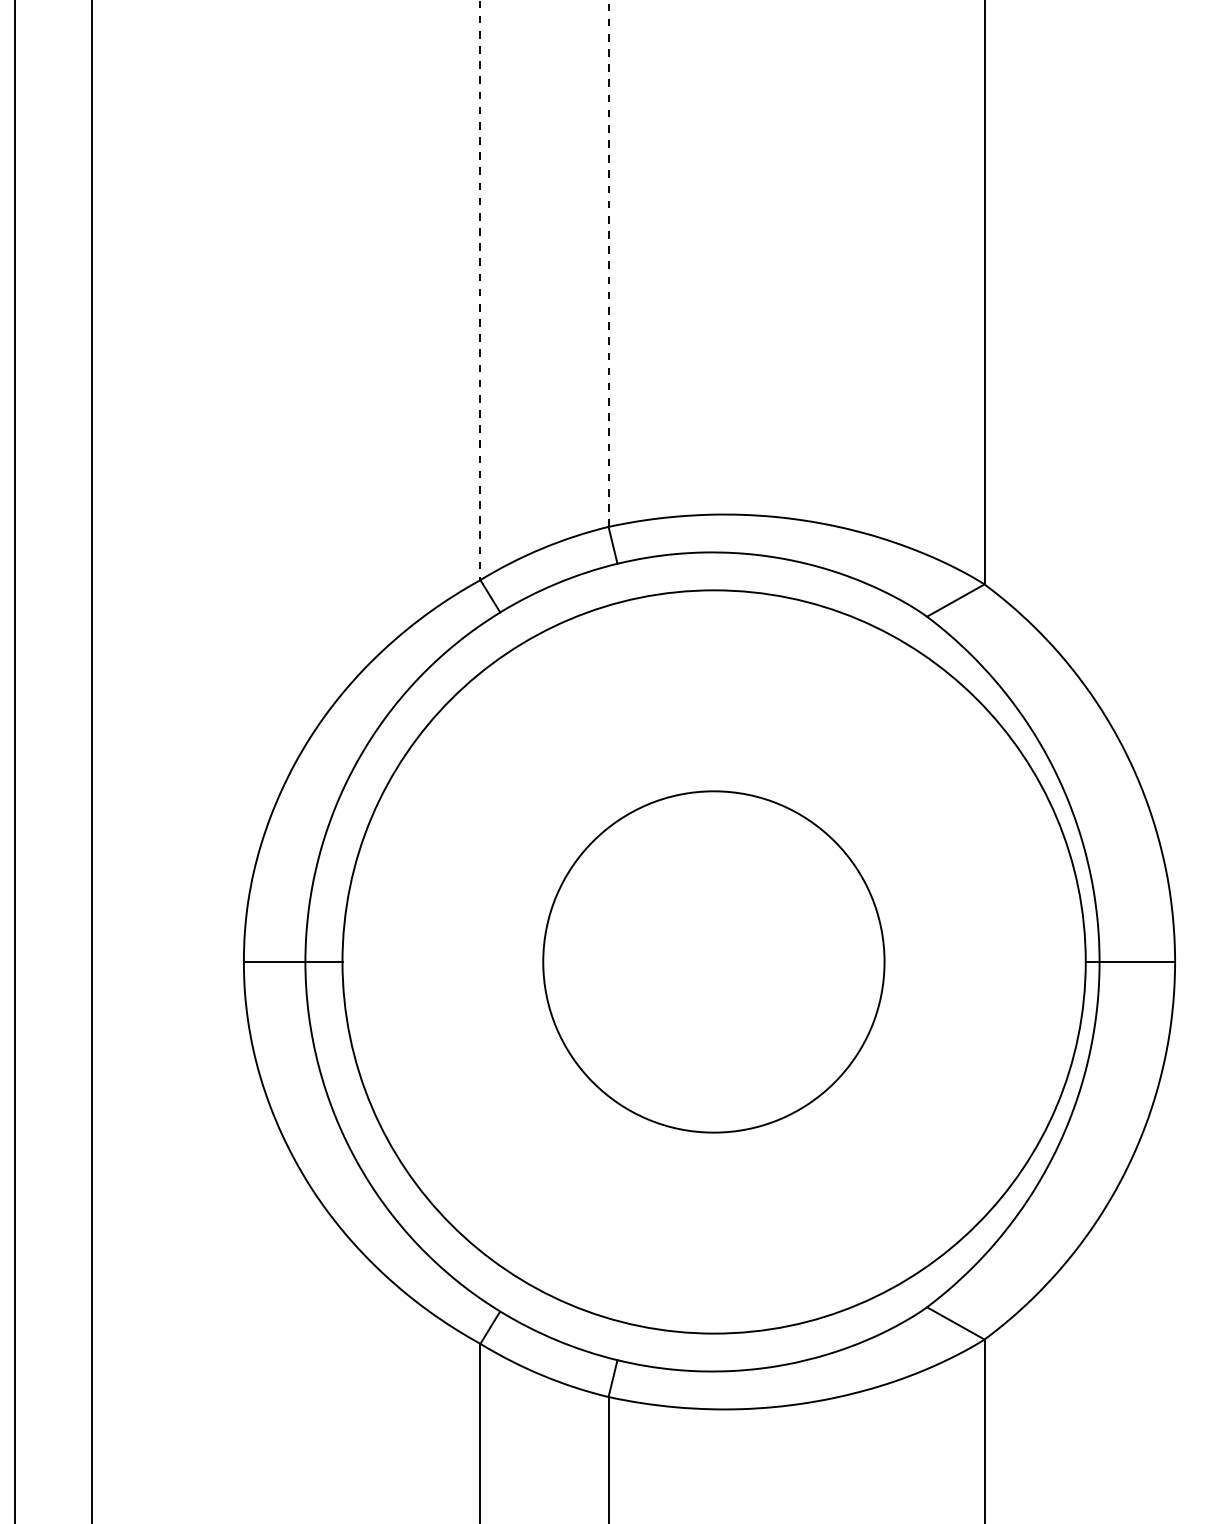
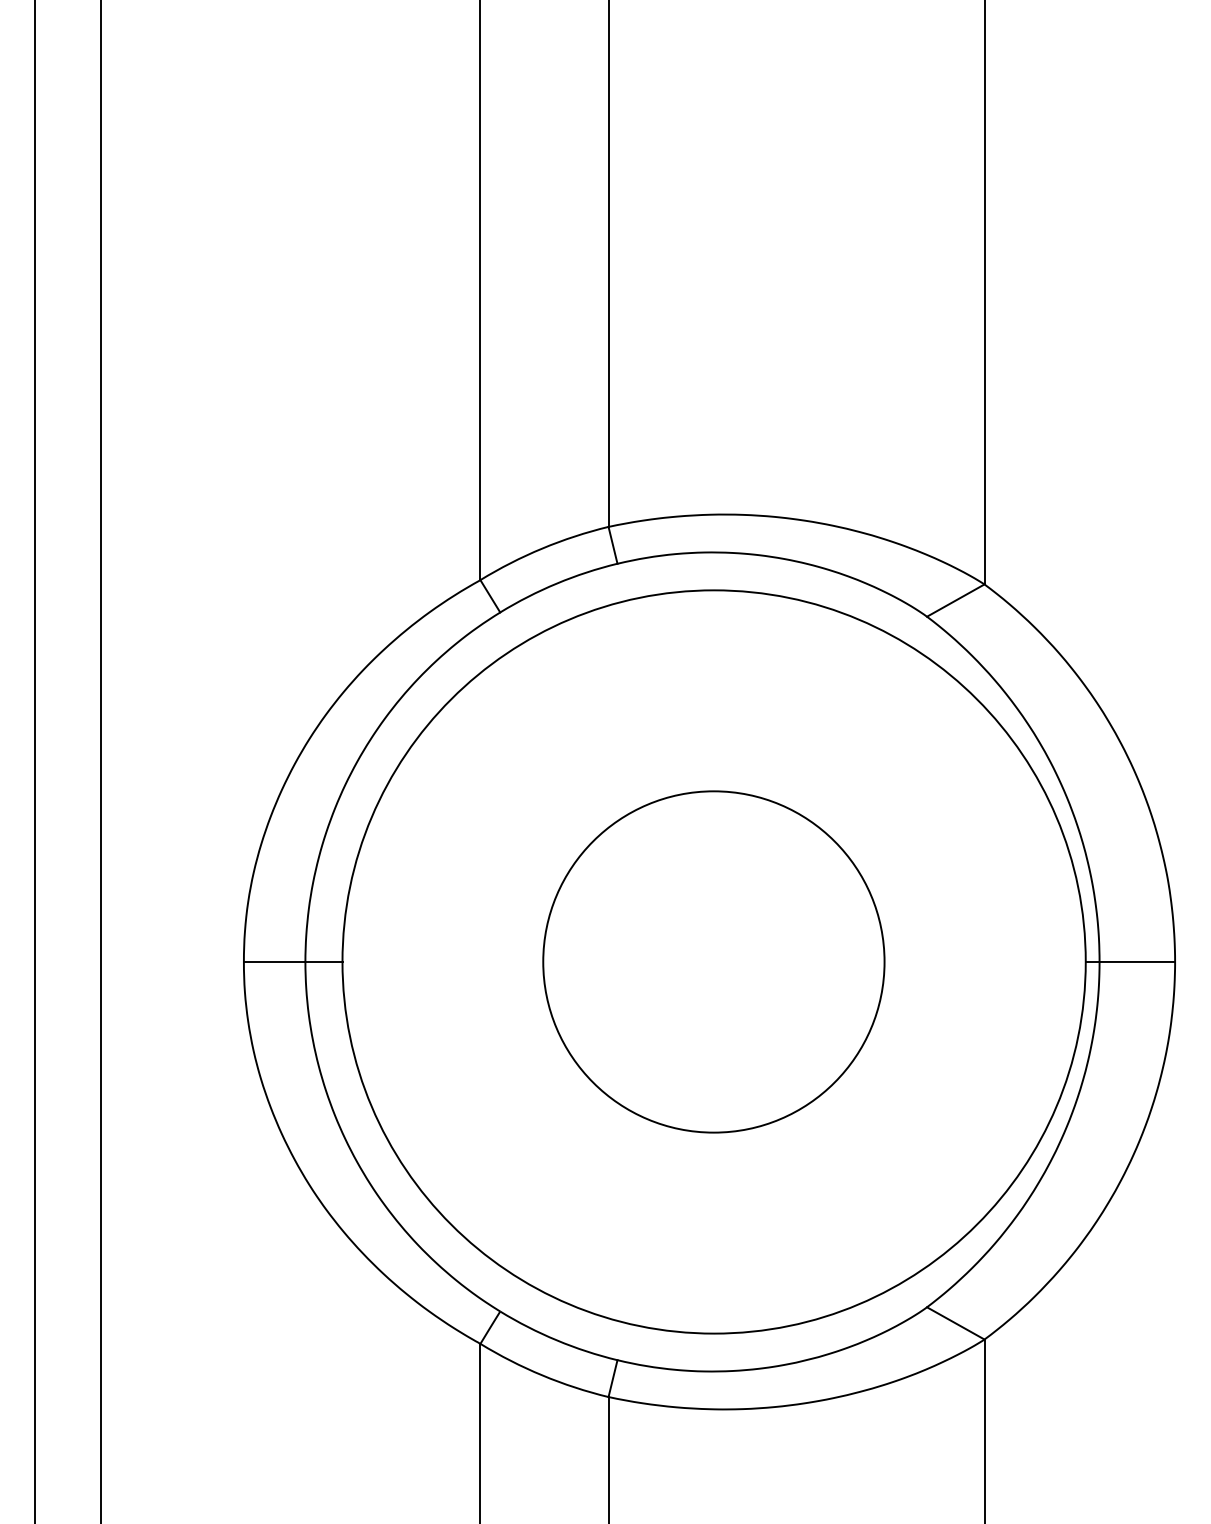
line at (608, 263): dashed -> solid
line at (480, 290): dashed -> solid
line at (14, 761) position: (14, 761) -> (34, 761)
line at (92, 761) position: (92, 761) -> (101, 761)
